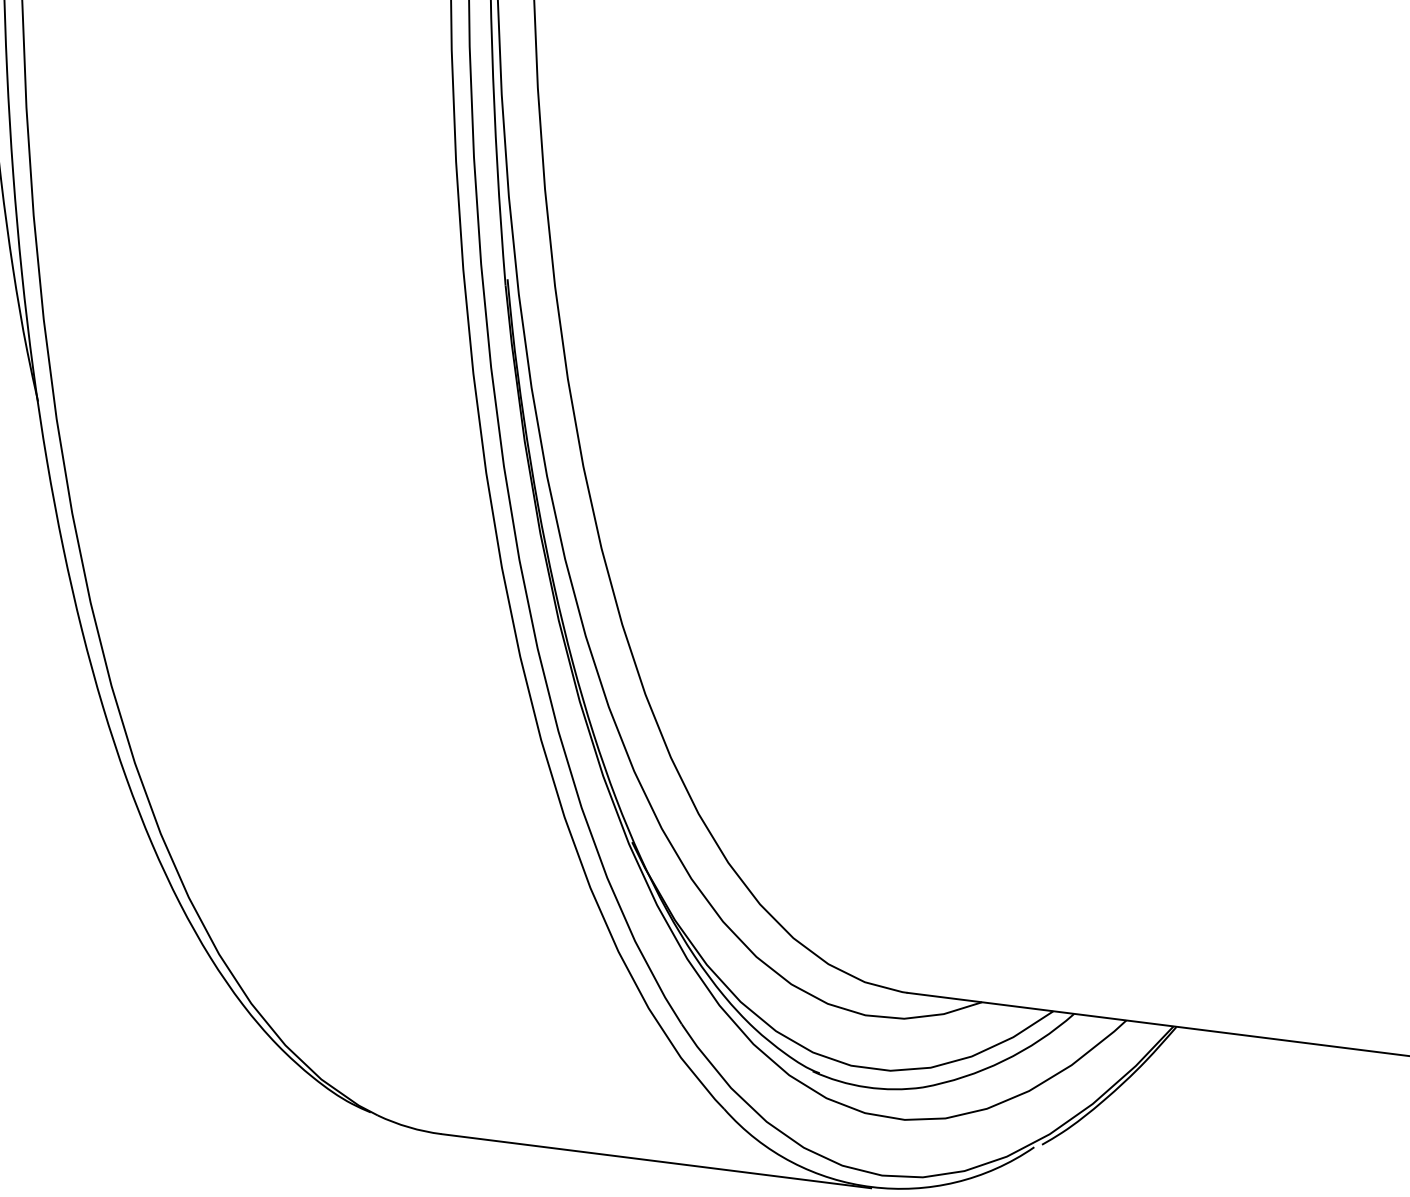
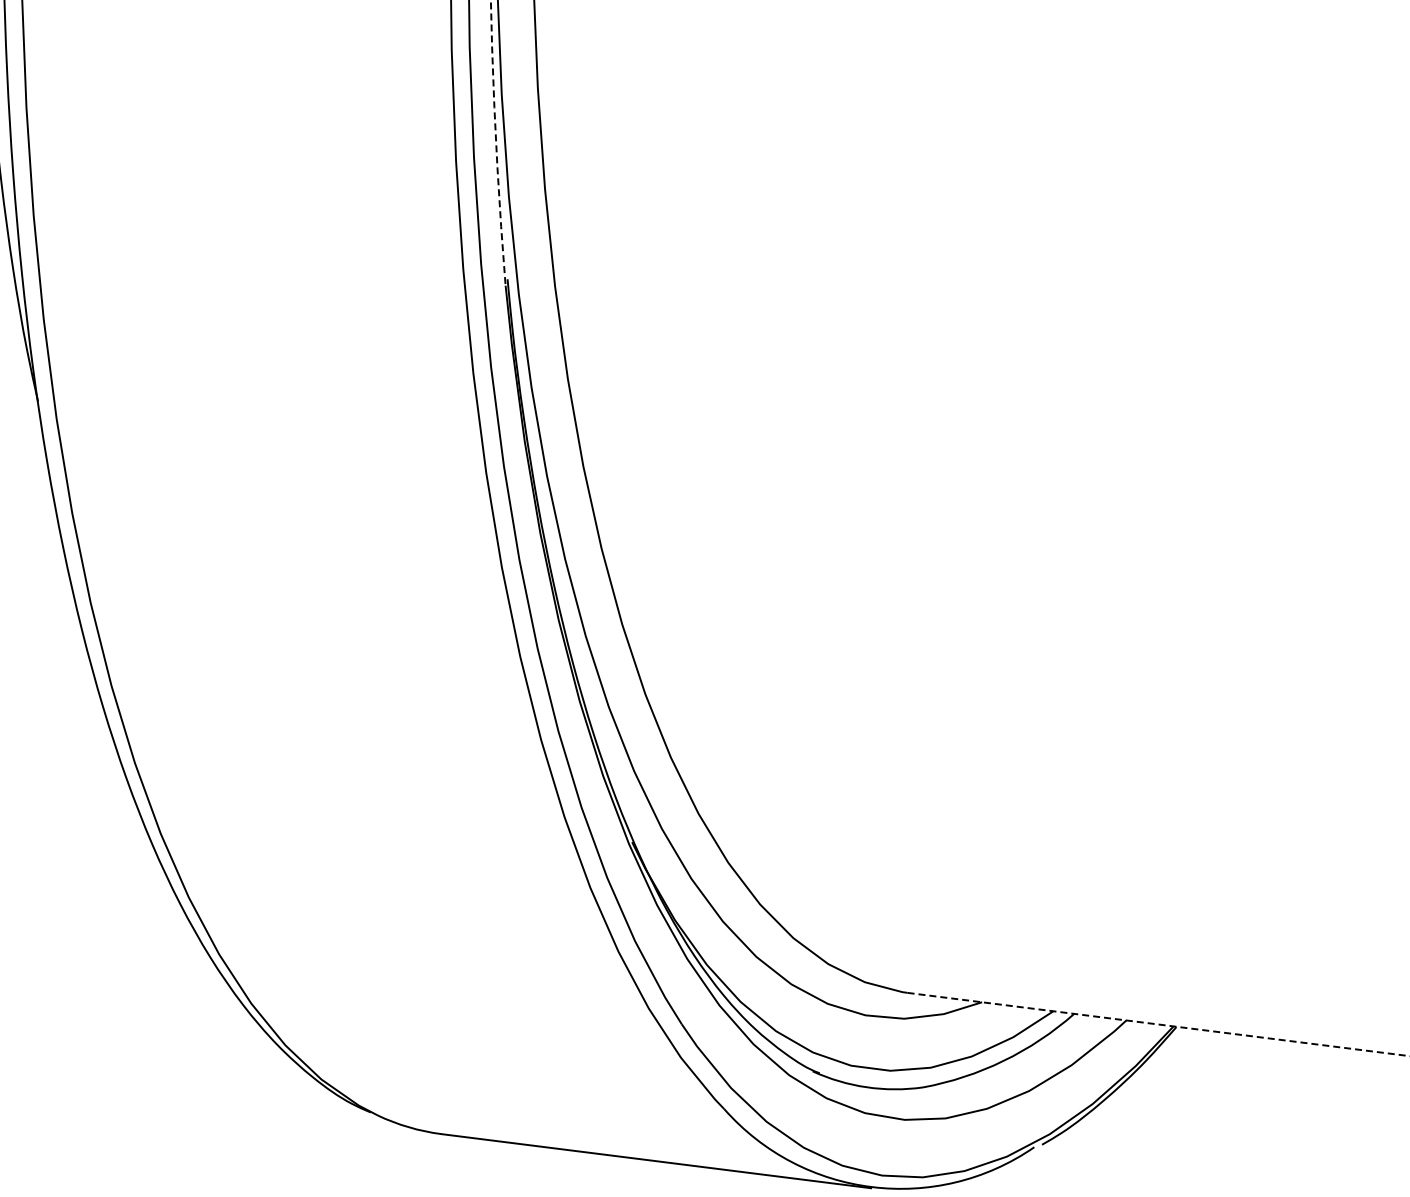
arc at (496, 143): solid -> dashed
line at (1158, 1024): solid -> dashed
